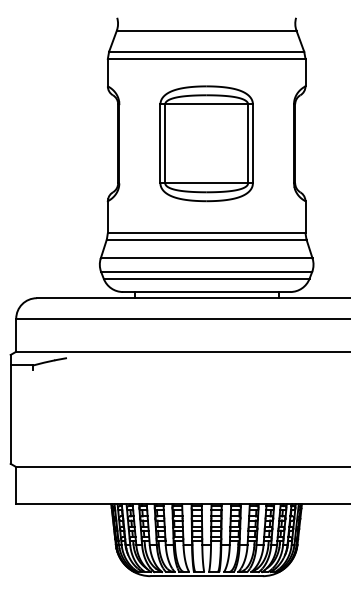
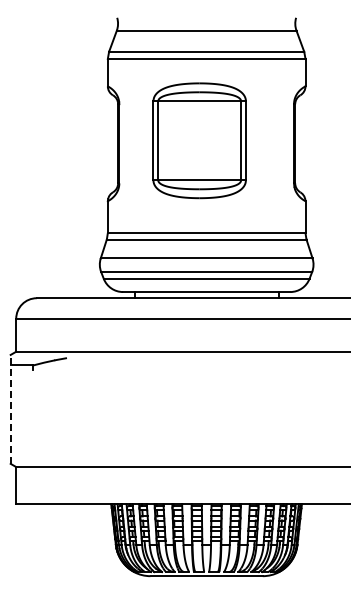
part at (206, 143) position: (206, 143) -> (199, 140)
line at (11, 409): solid -> dashed
